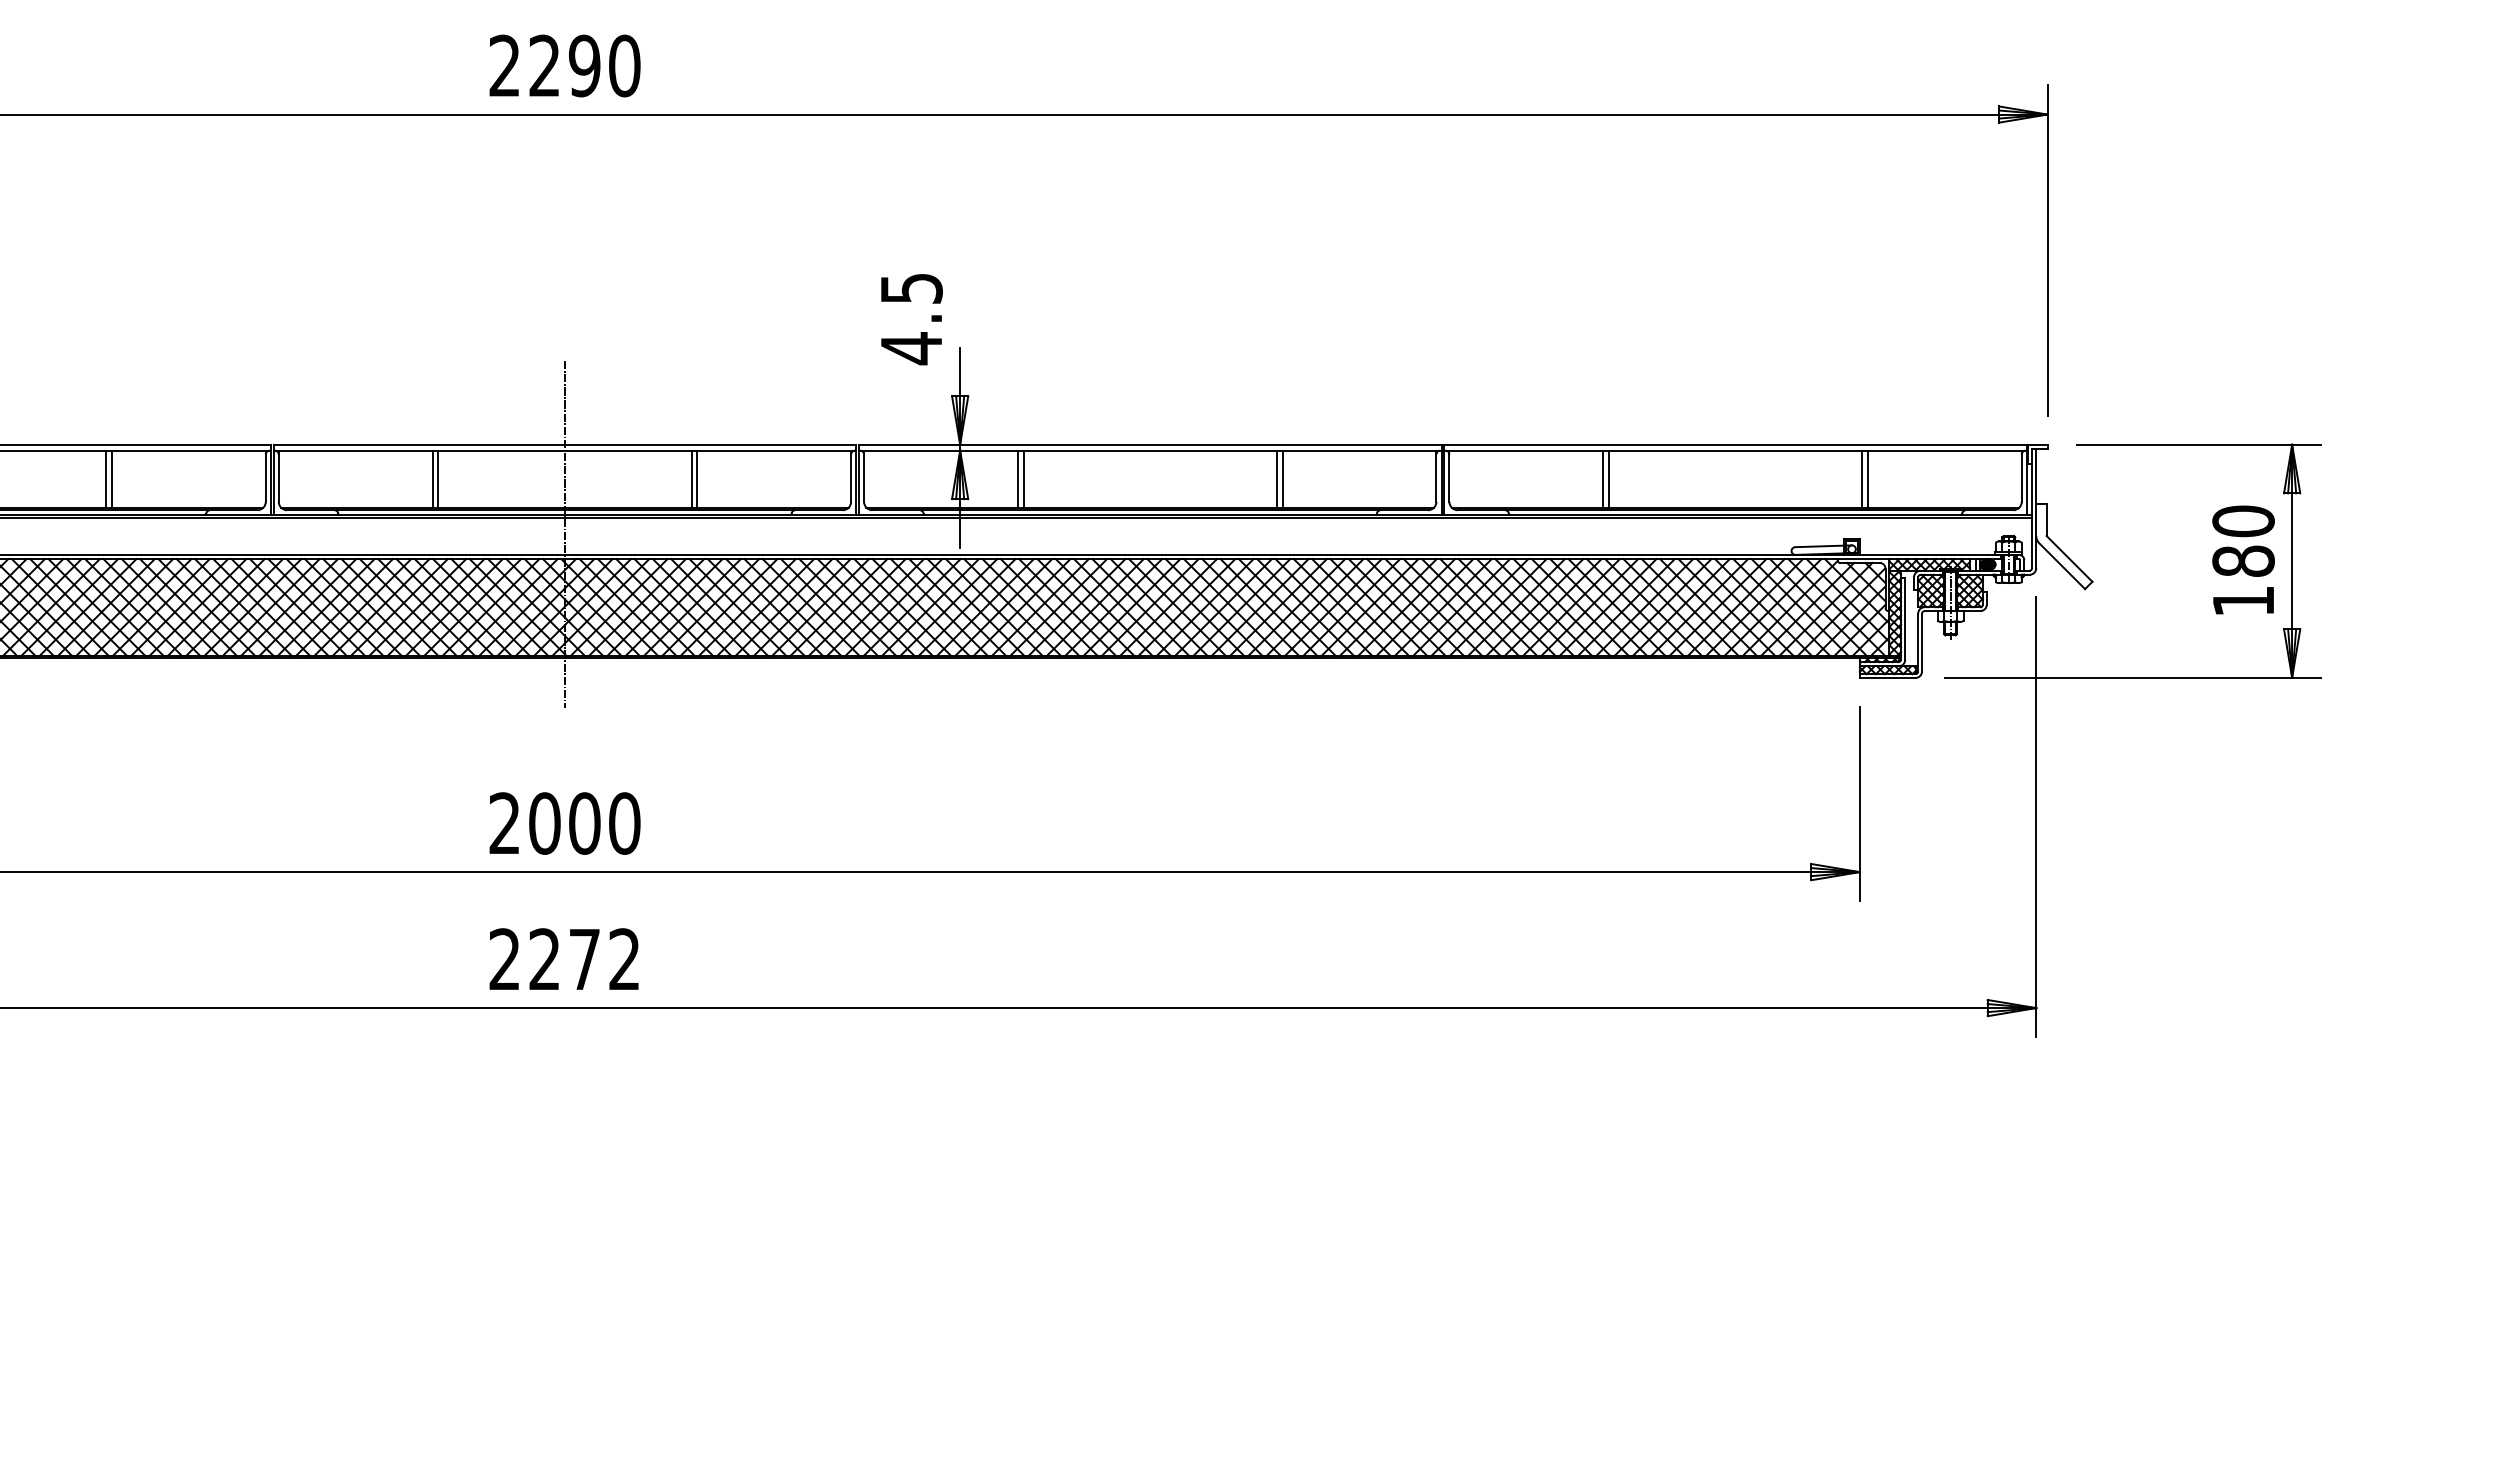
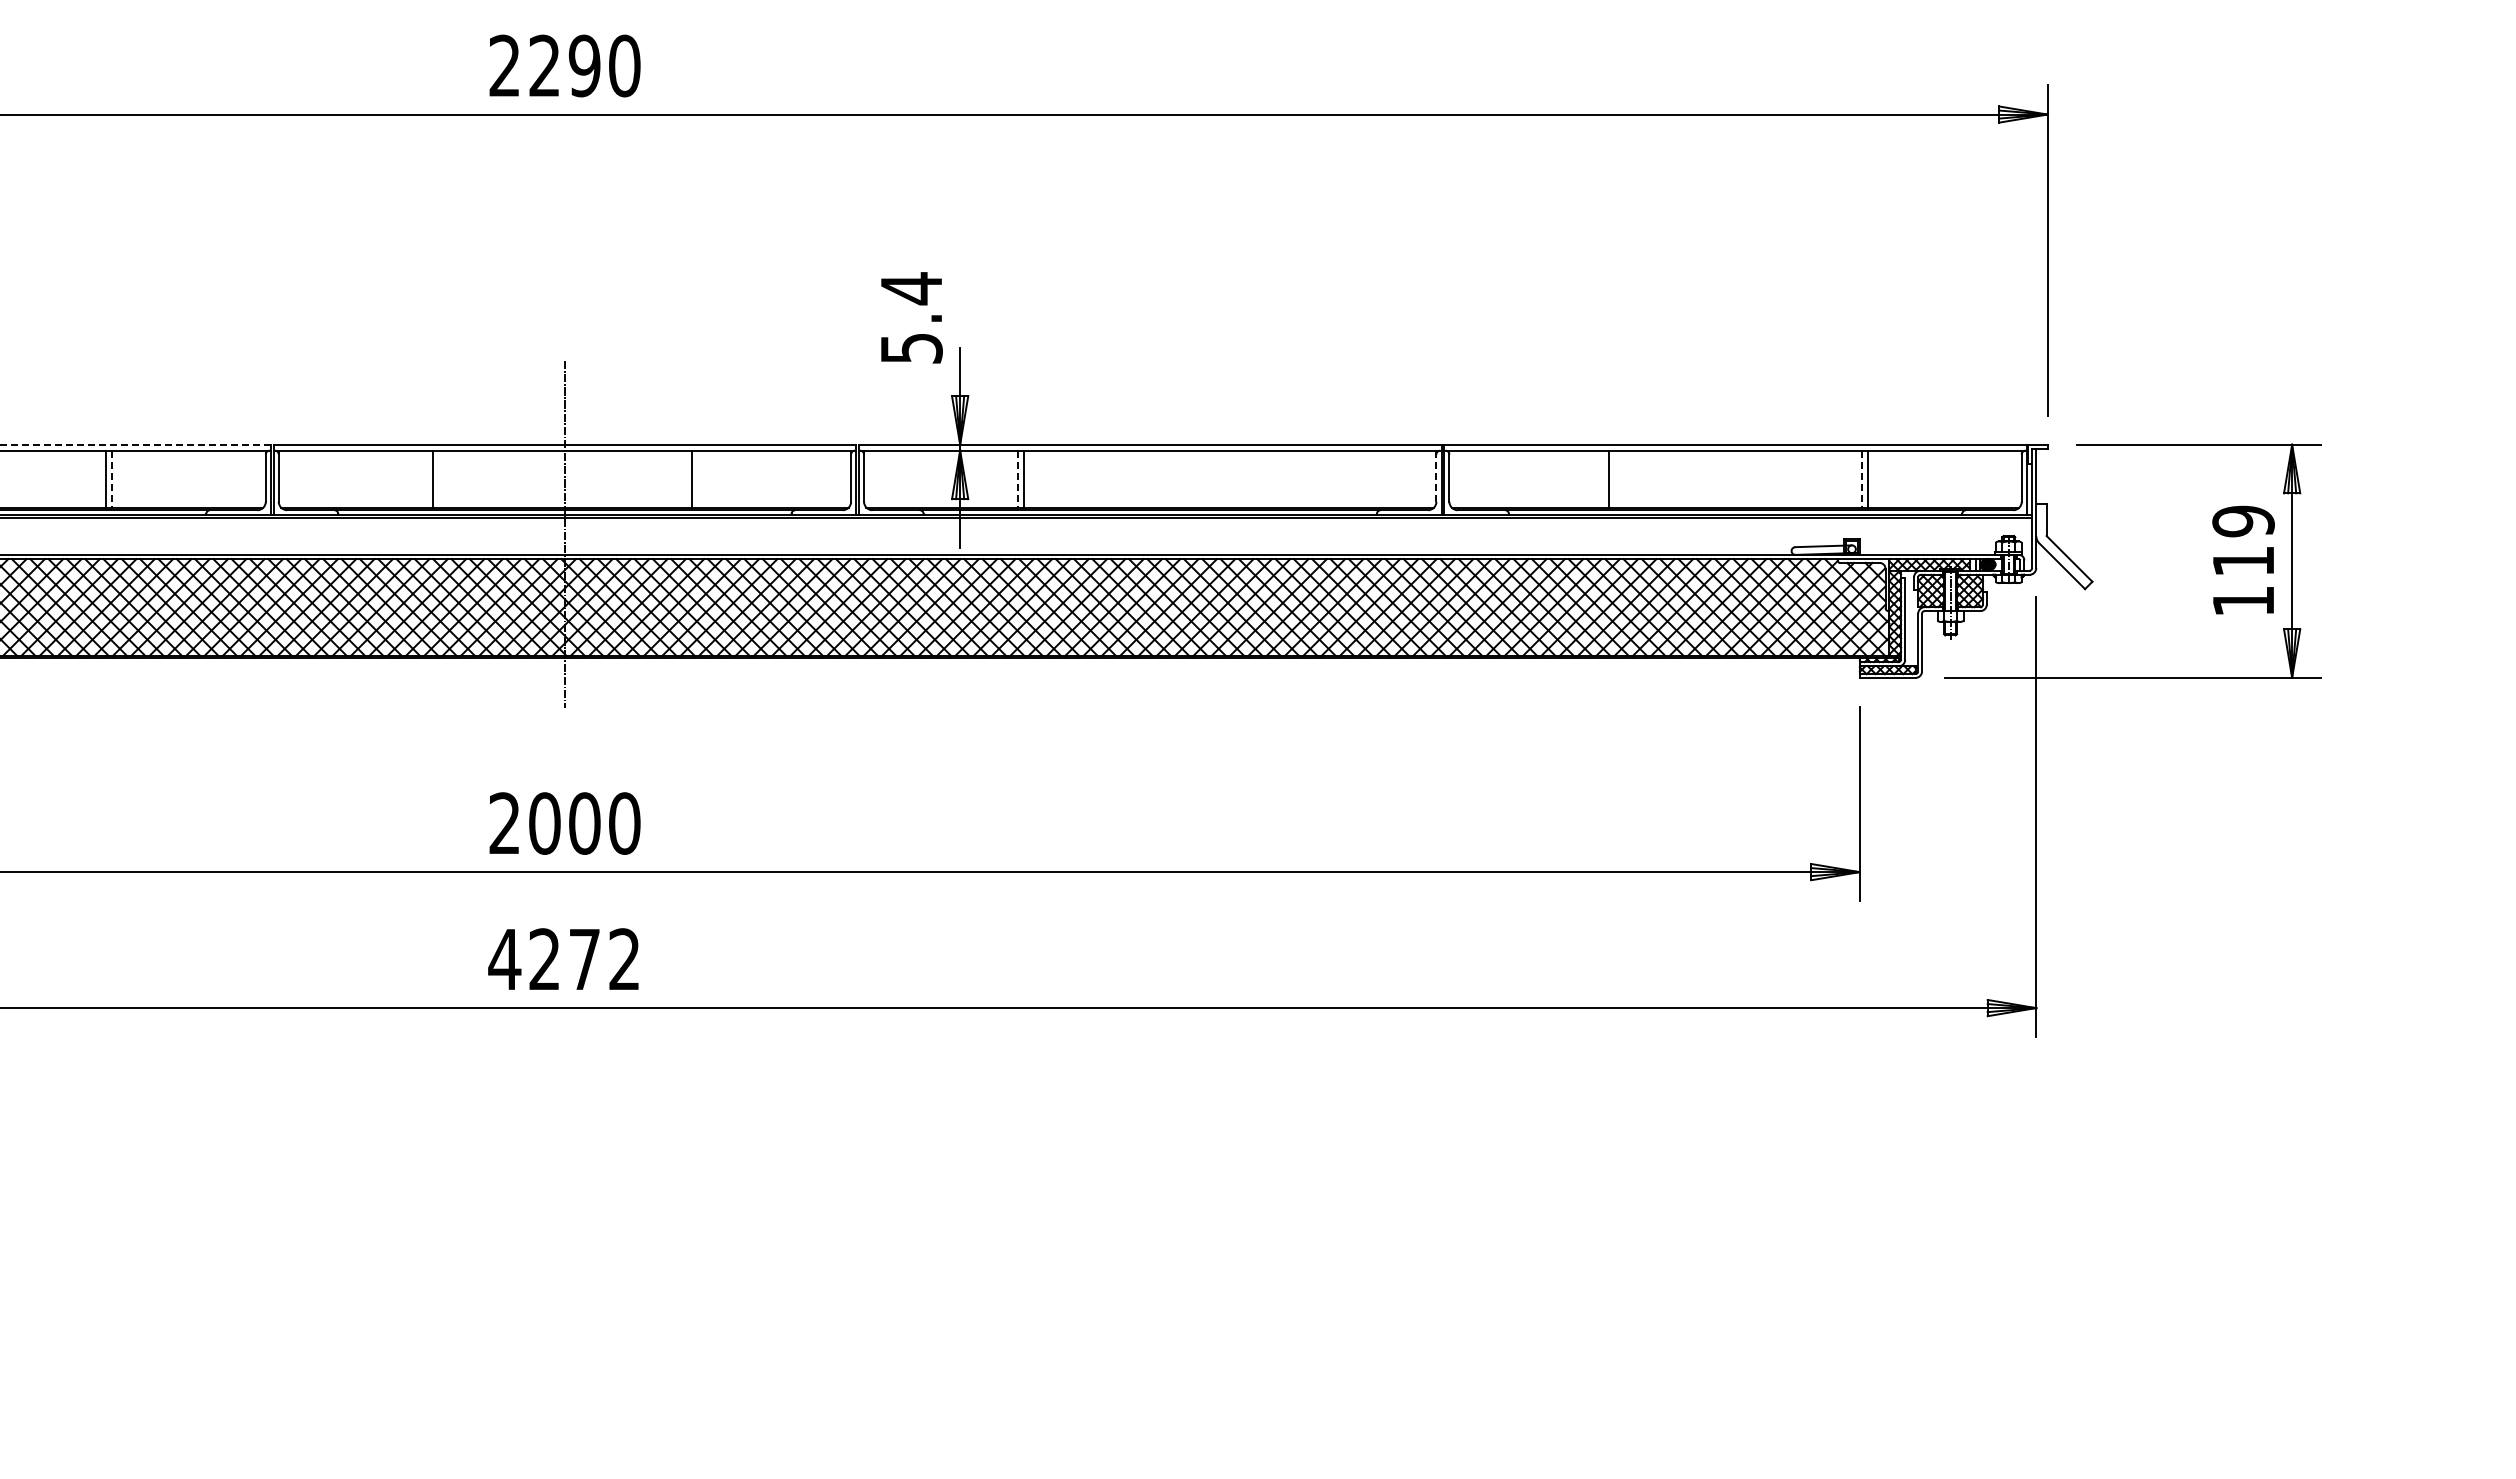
text at (911, 318): 4.5 -> 5.4
line at (135, 444): solid -> dashed
line at (1436, 476): solid -> dashed
line at (438, 478): present -> none
line at (697, 478): present -> none
line at (1276, 478): present -> none
line at (1282, 478): present -> none
line at (1603, 478): present -> none
line at (112, 479): solid -> dashed
line at (1017, 479): solid -> dashed
line at (1862, 479): solid -> dashed
text at (2243, 540): 180 -> 119
text at (504, 958): 2272 -> 4272
